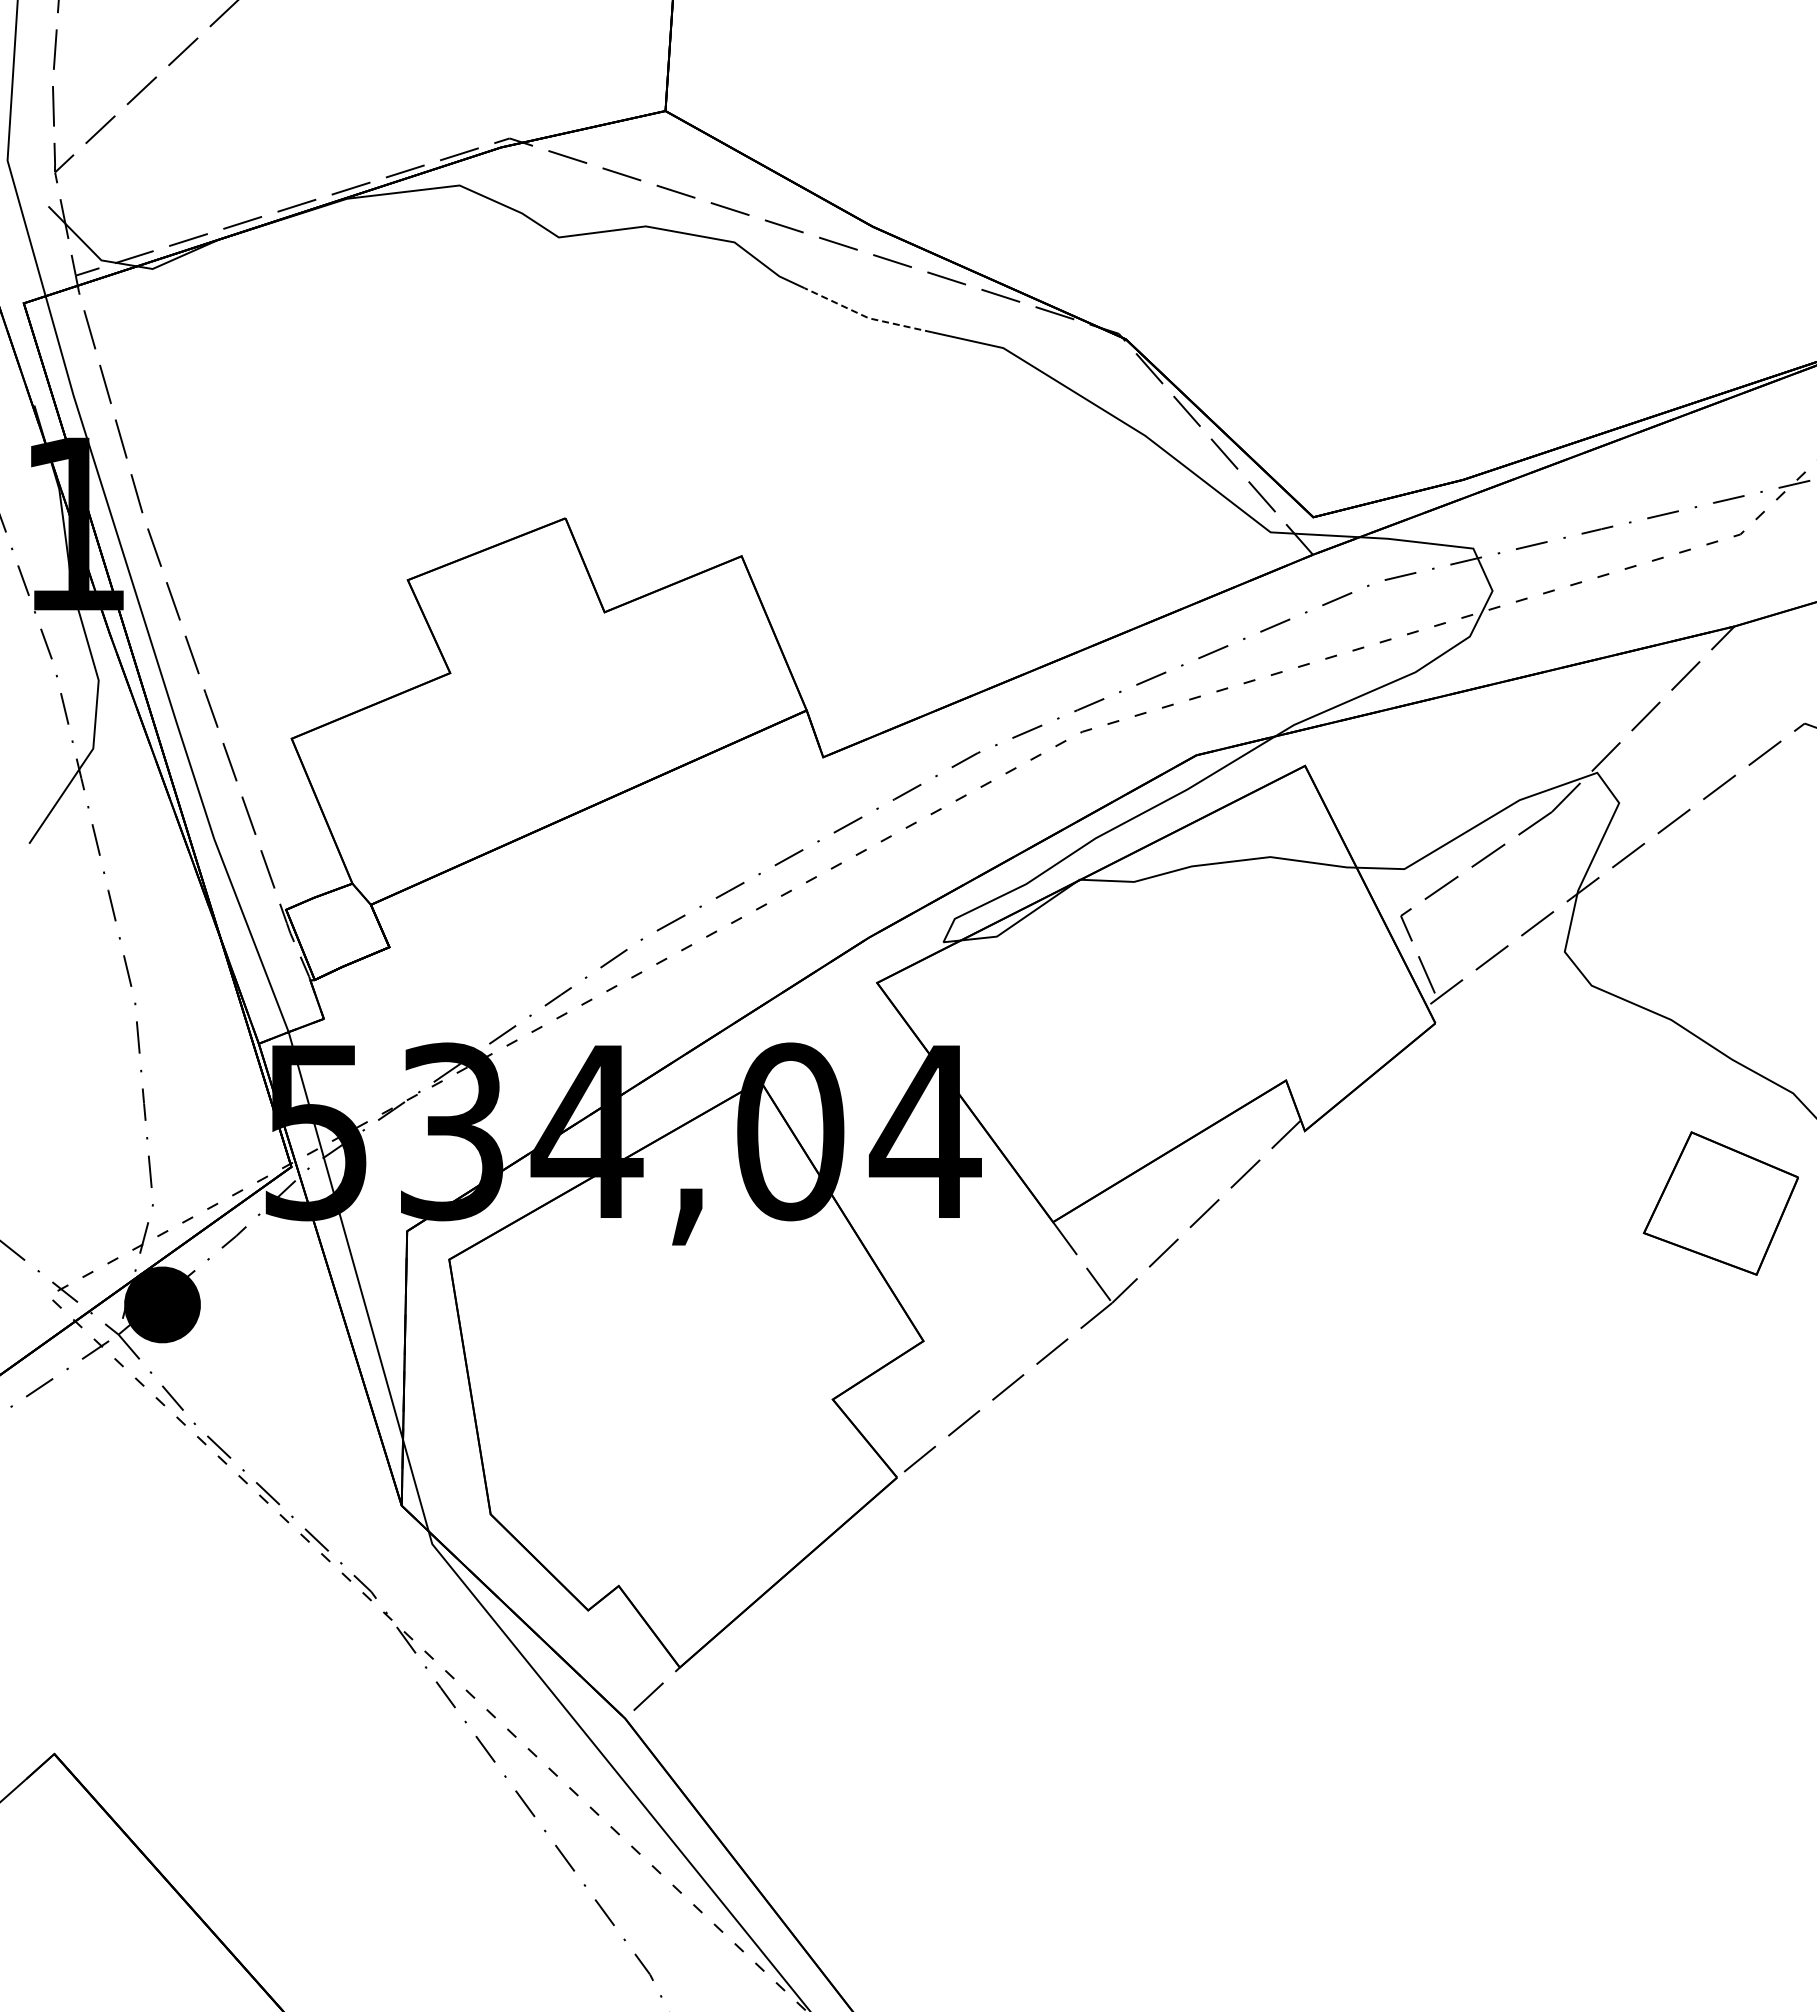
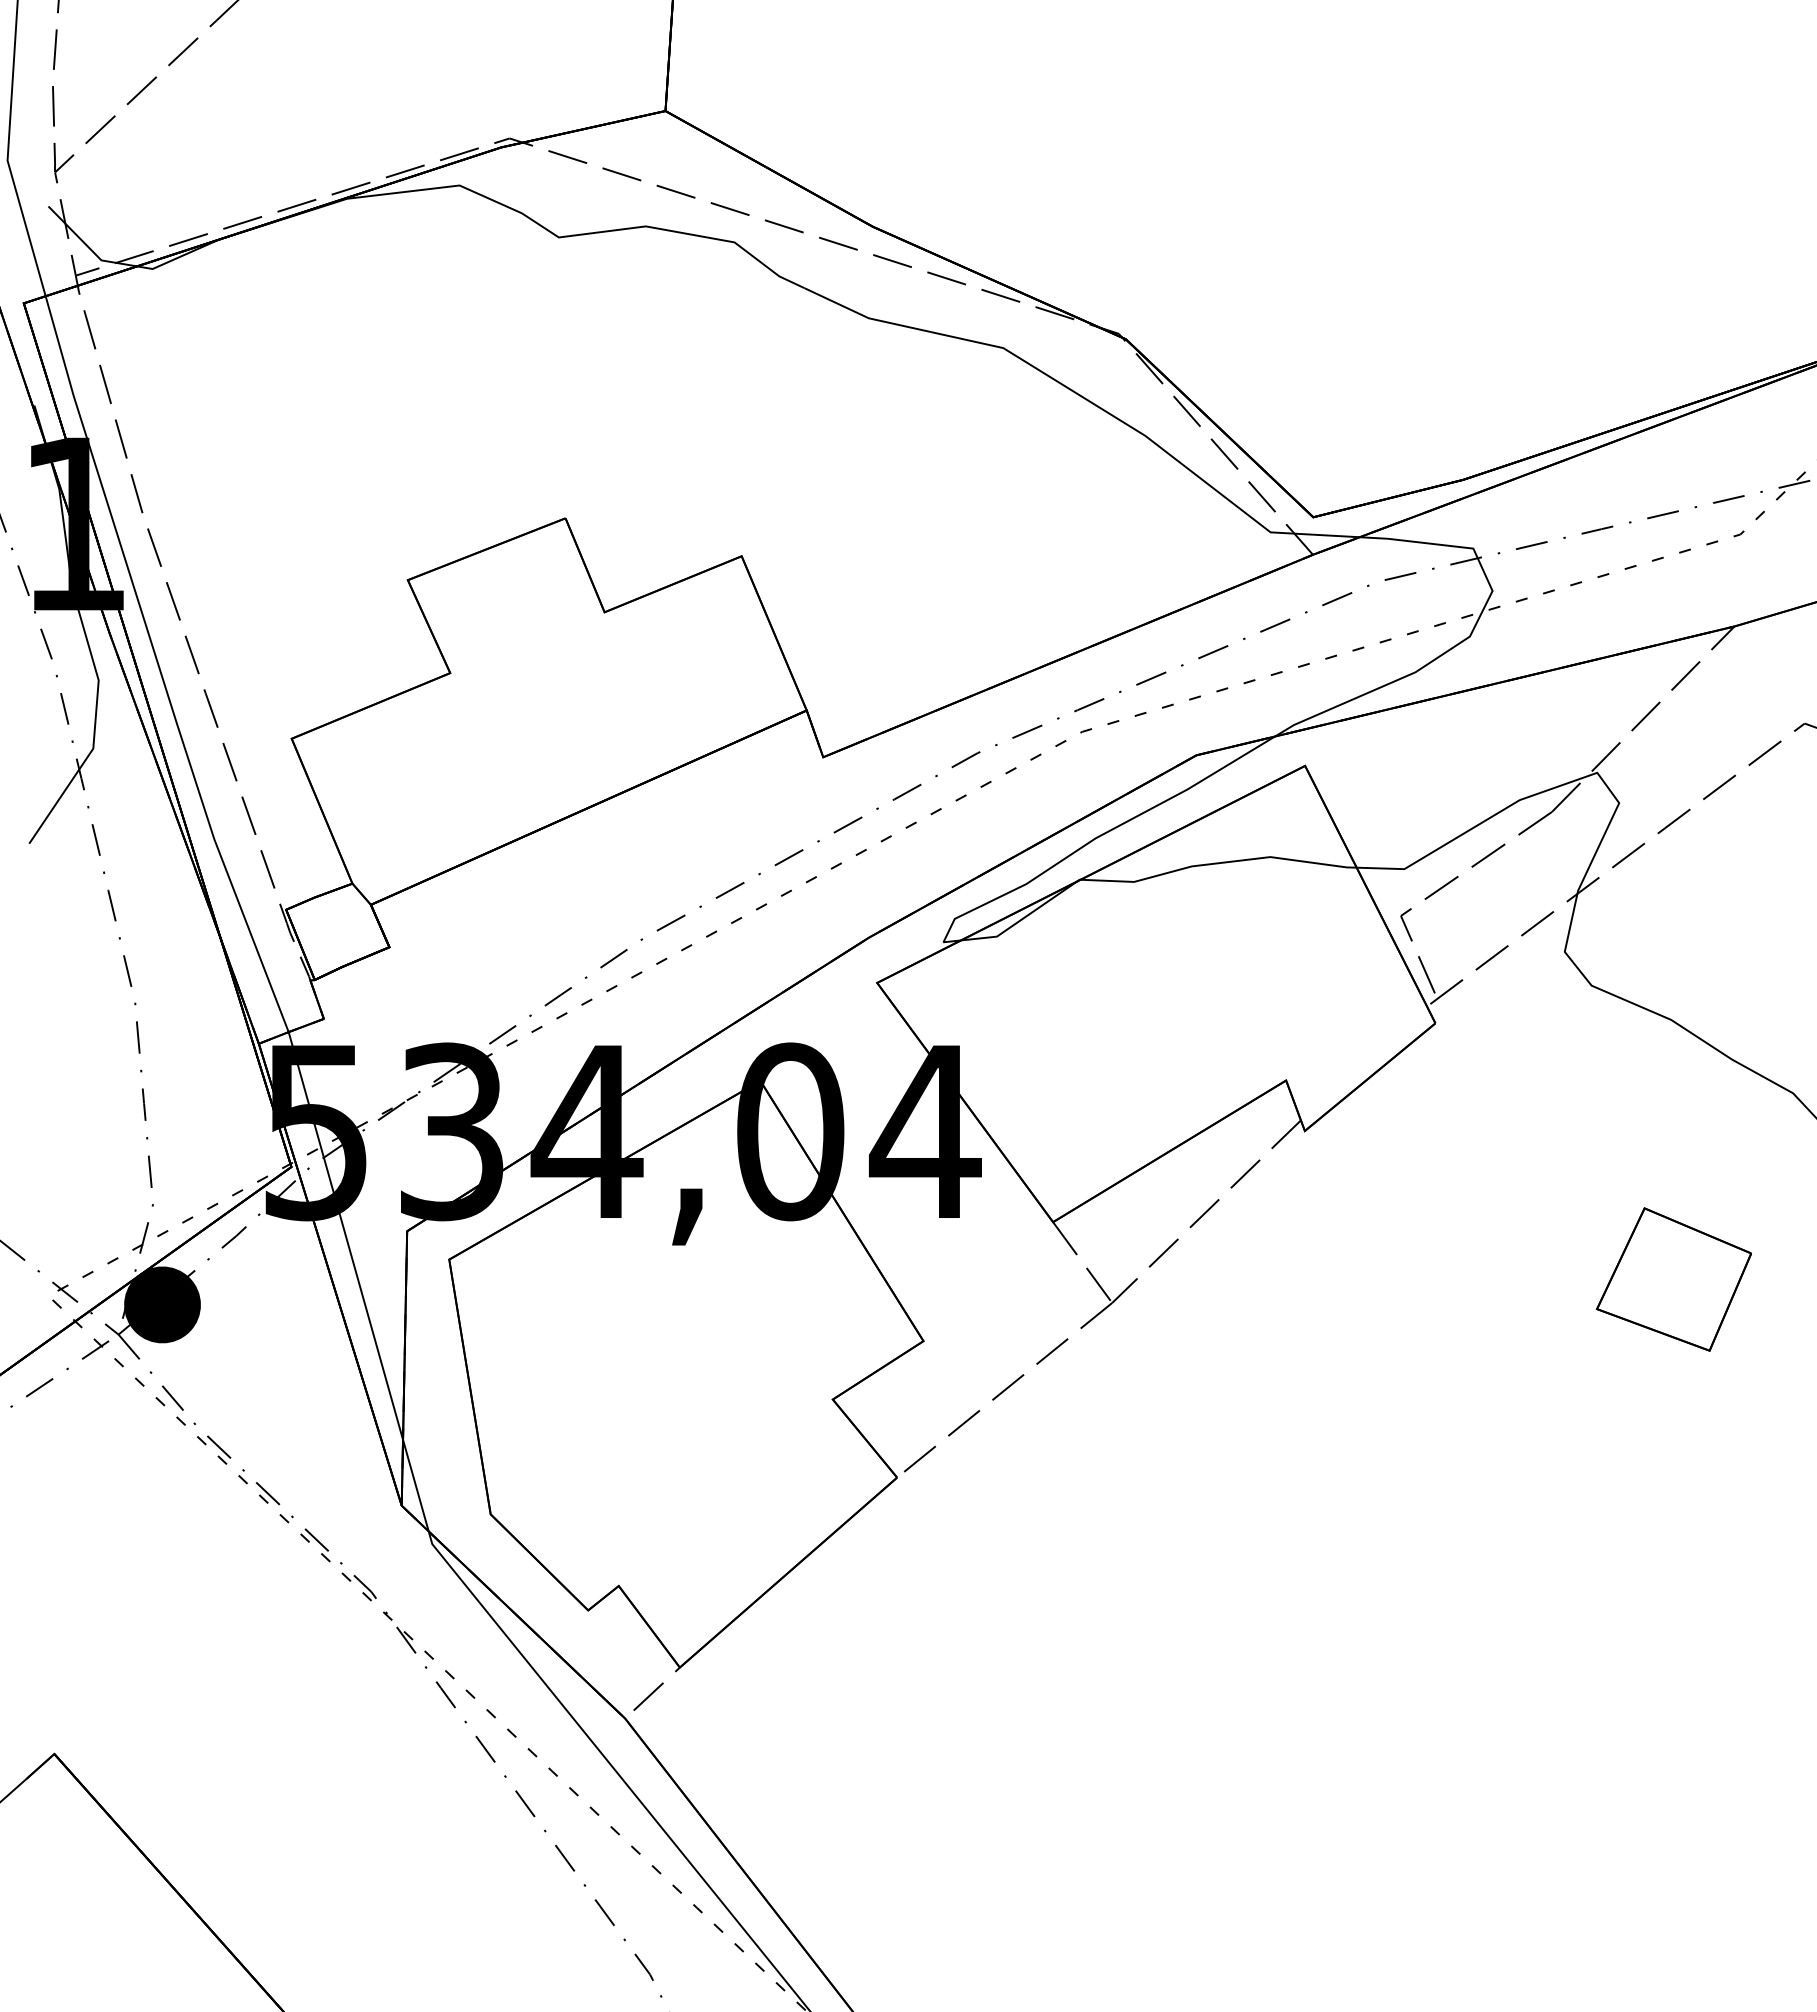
line at (866, 317): dashed -> solid
part at (1720, 1203) position: (1720, 1203) -> (1673, 1279)
